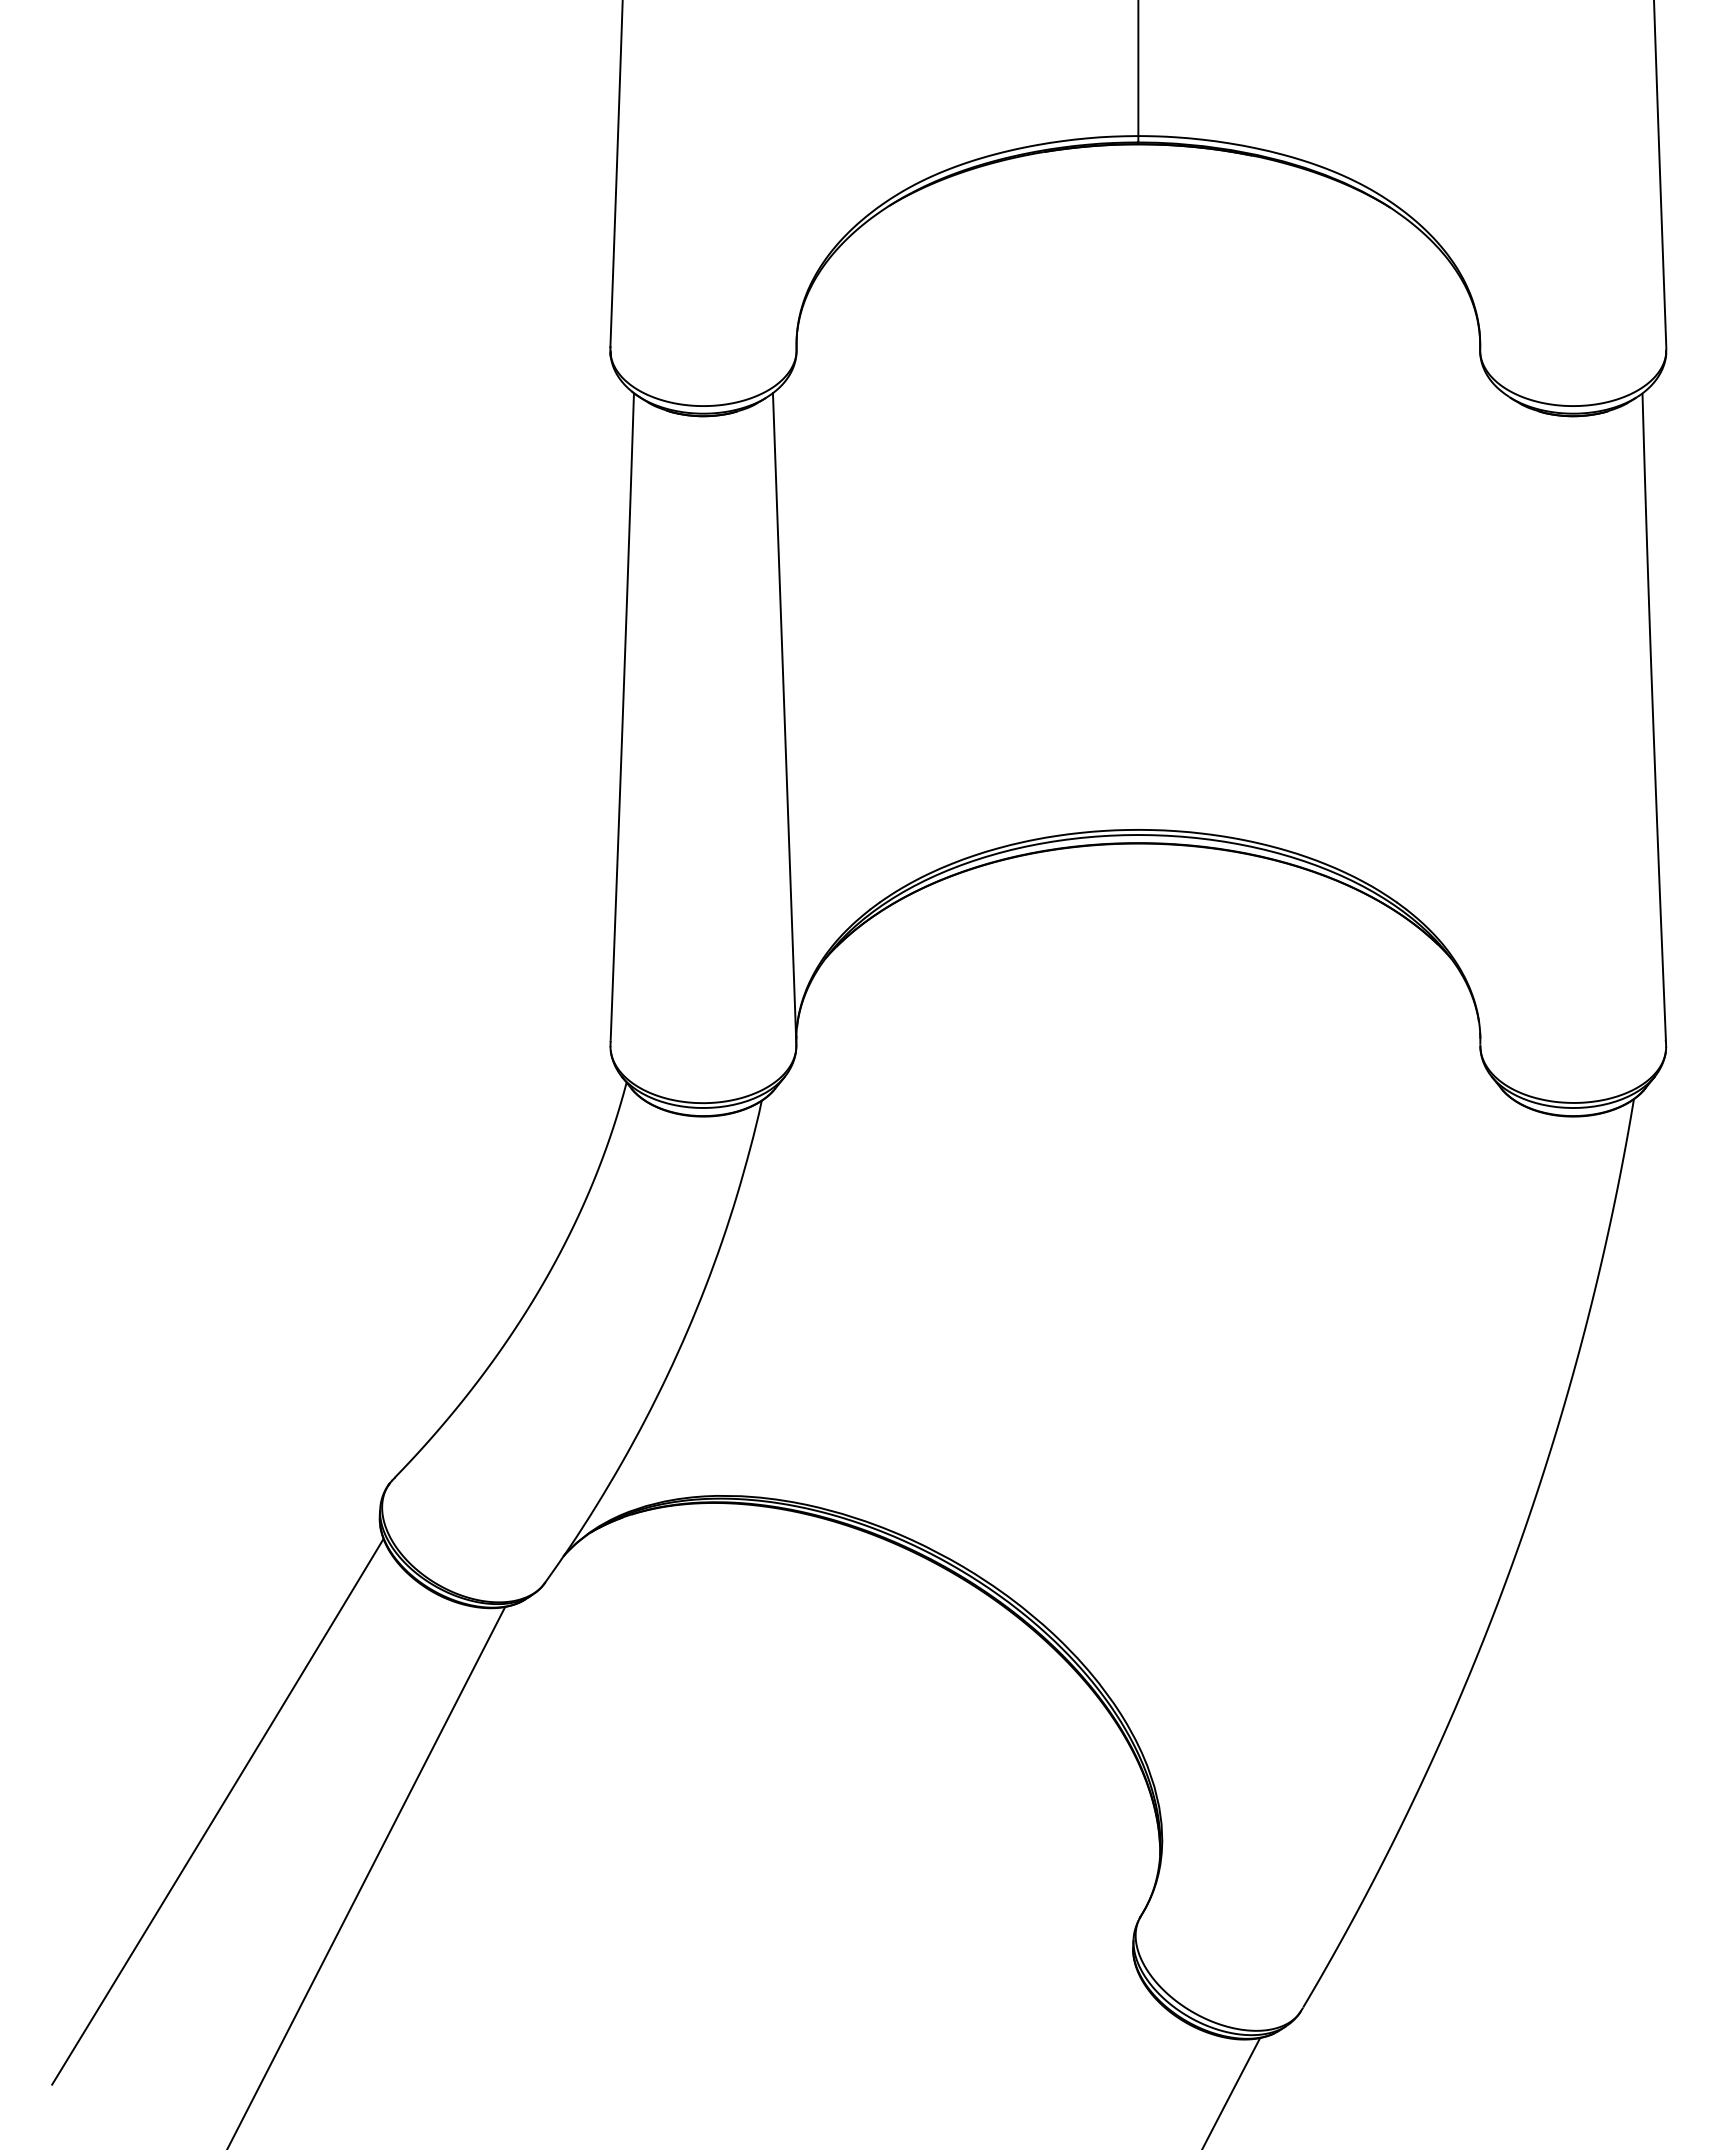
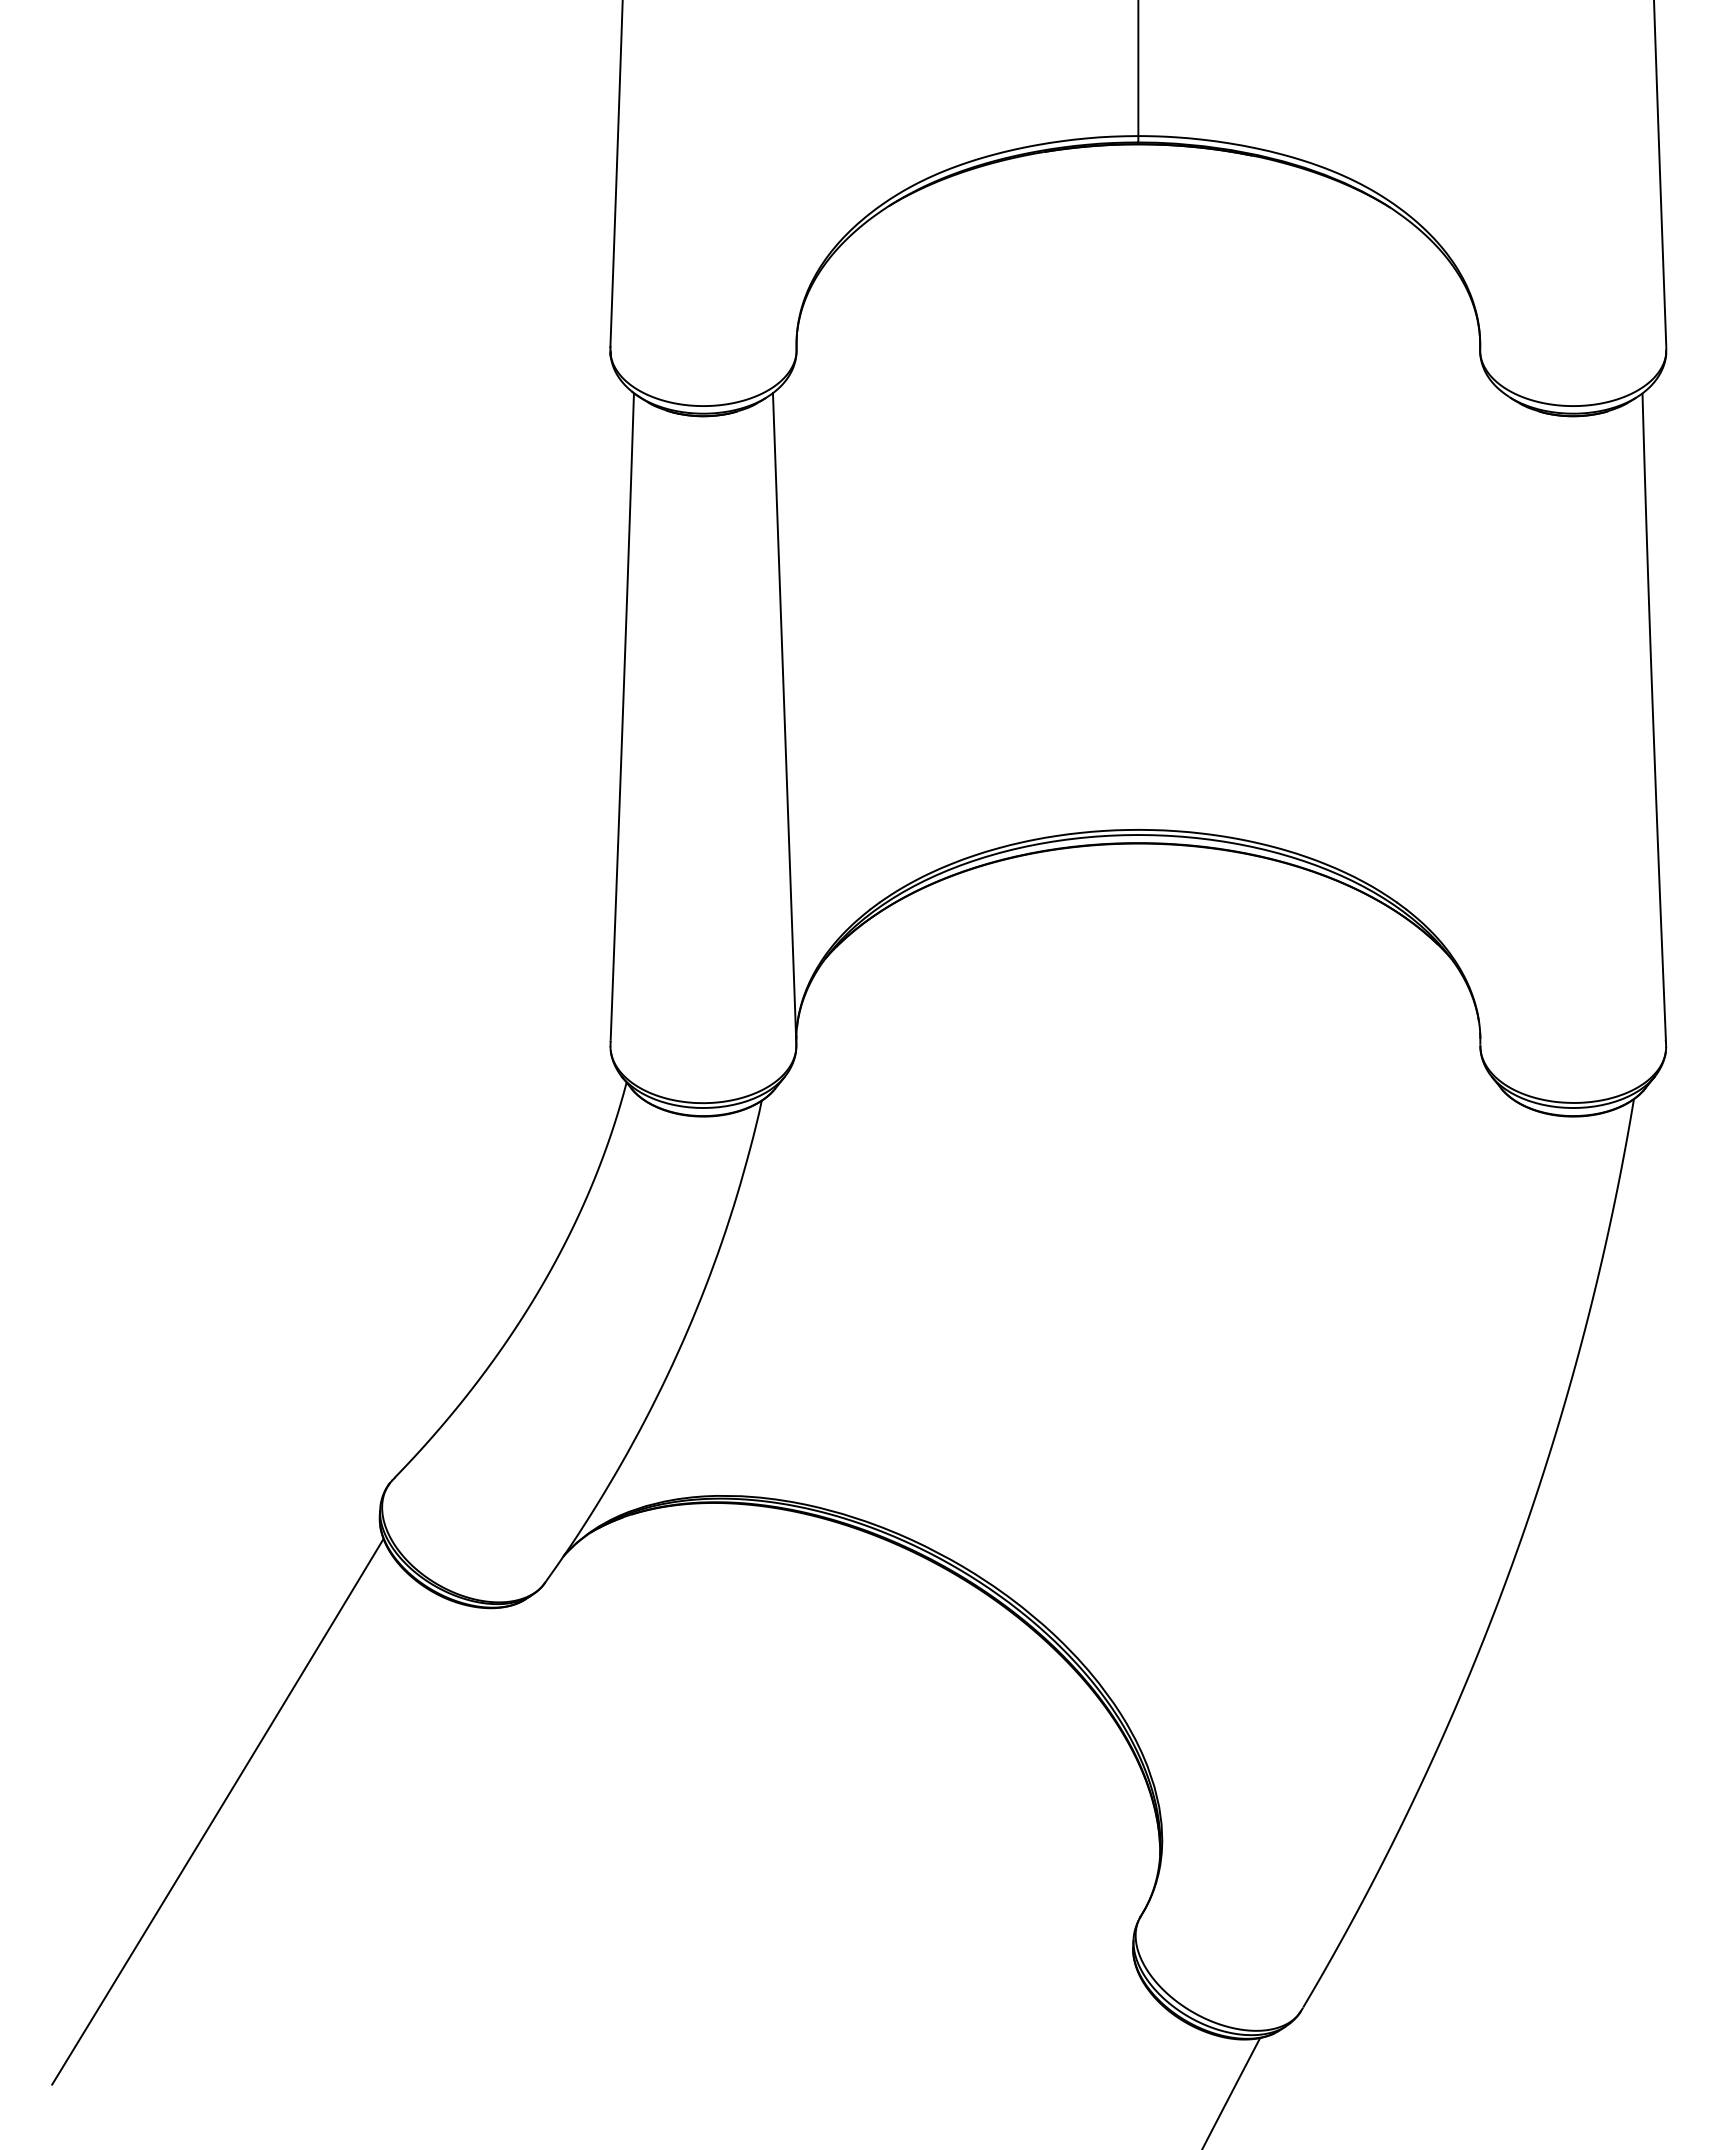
line at (366, 1876): present -> none
